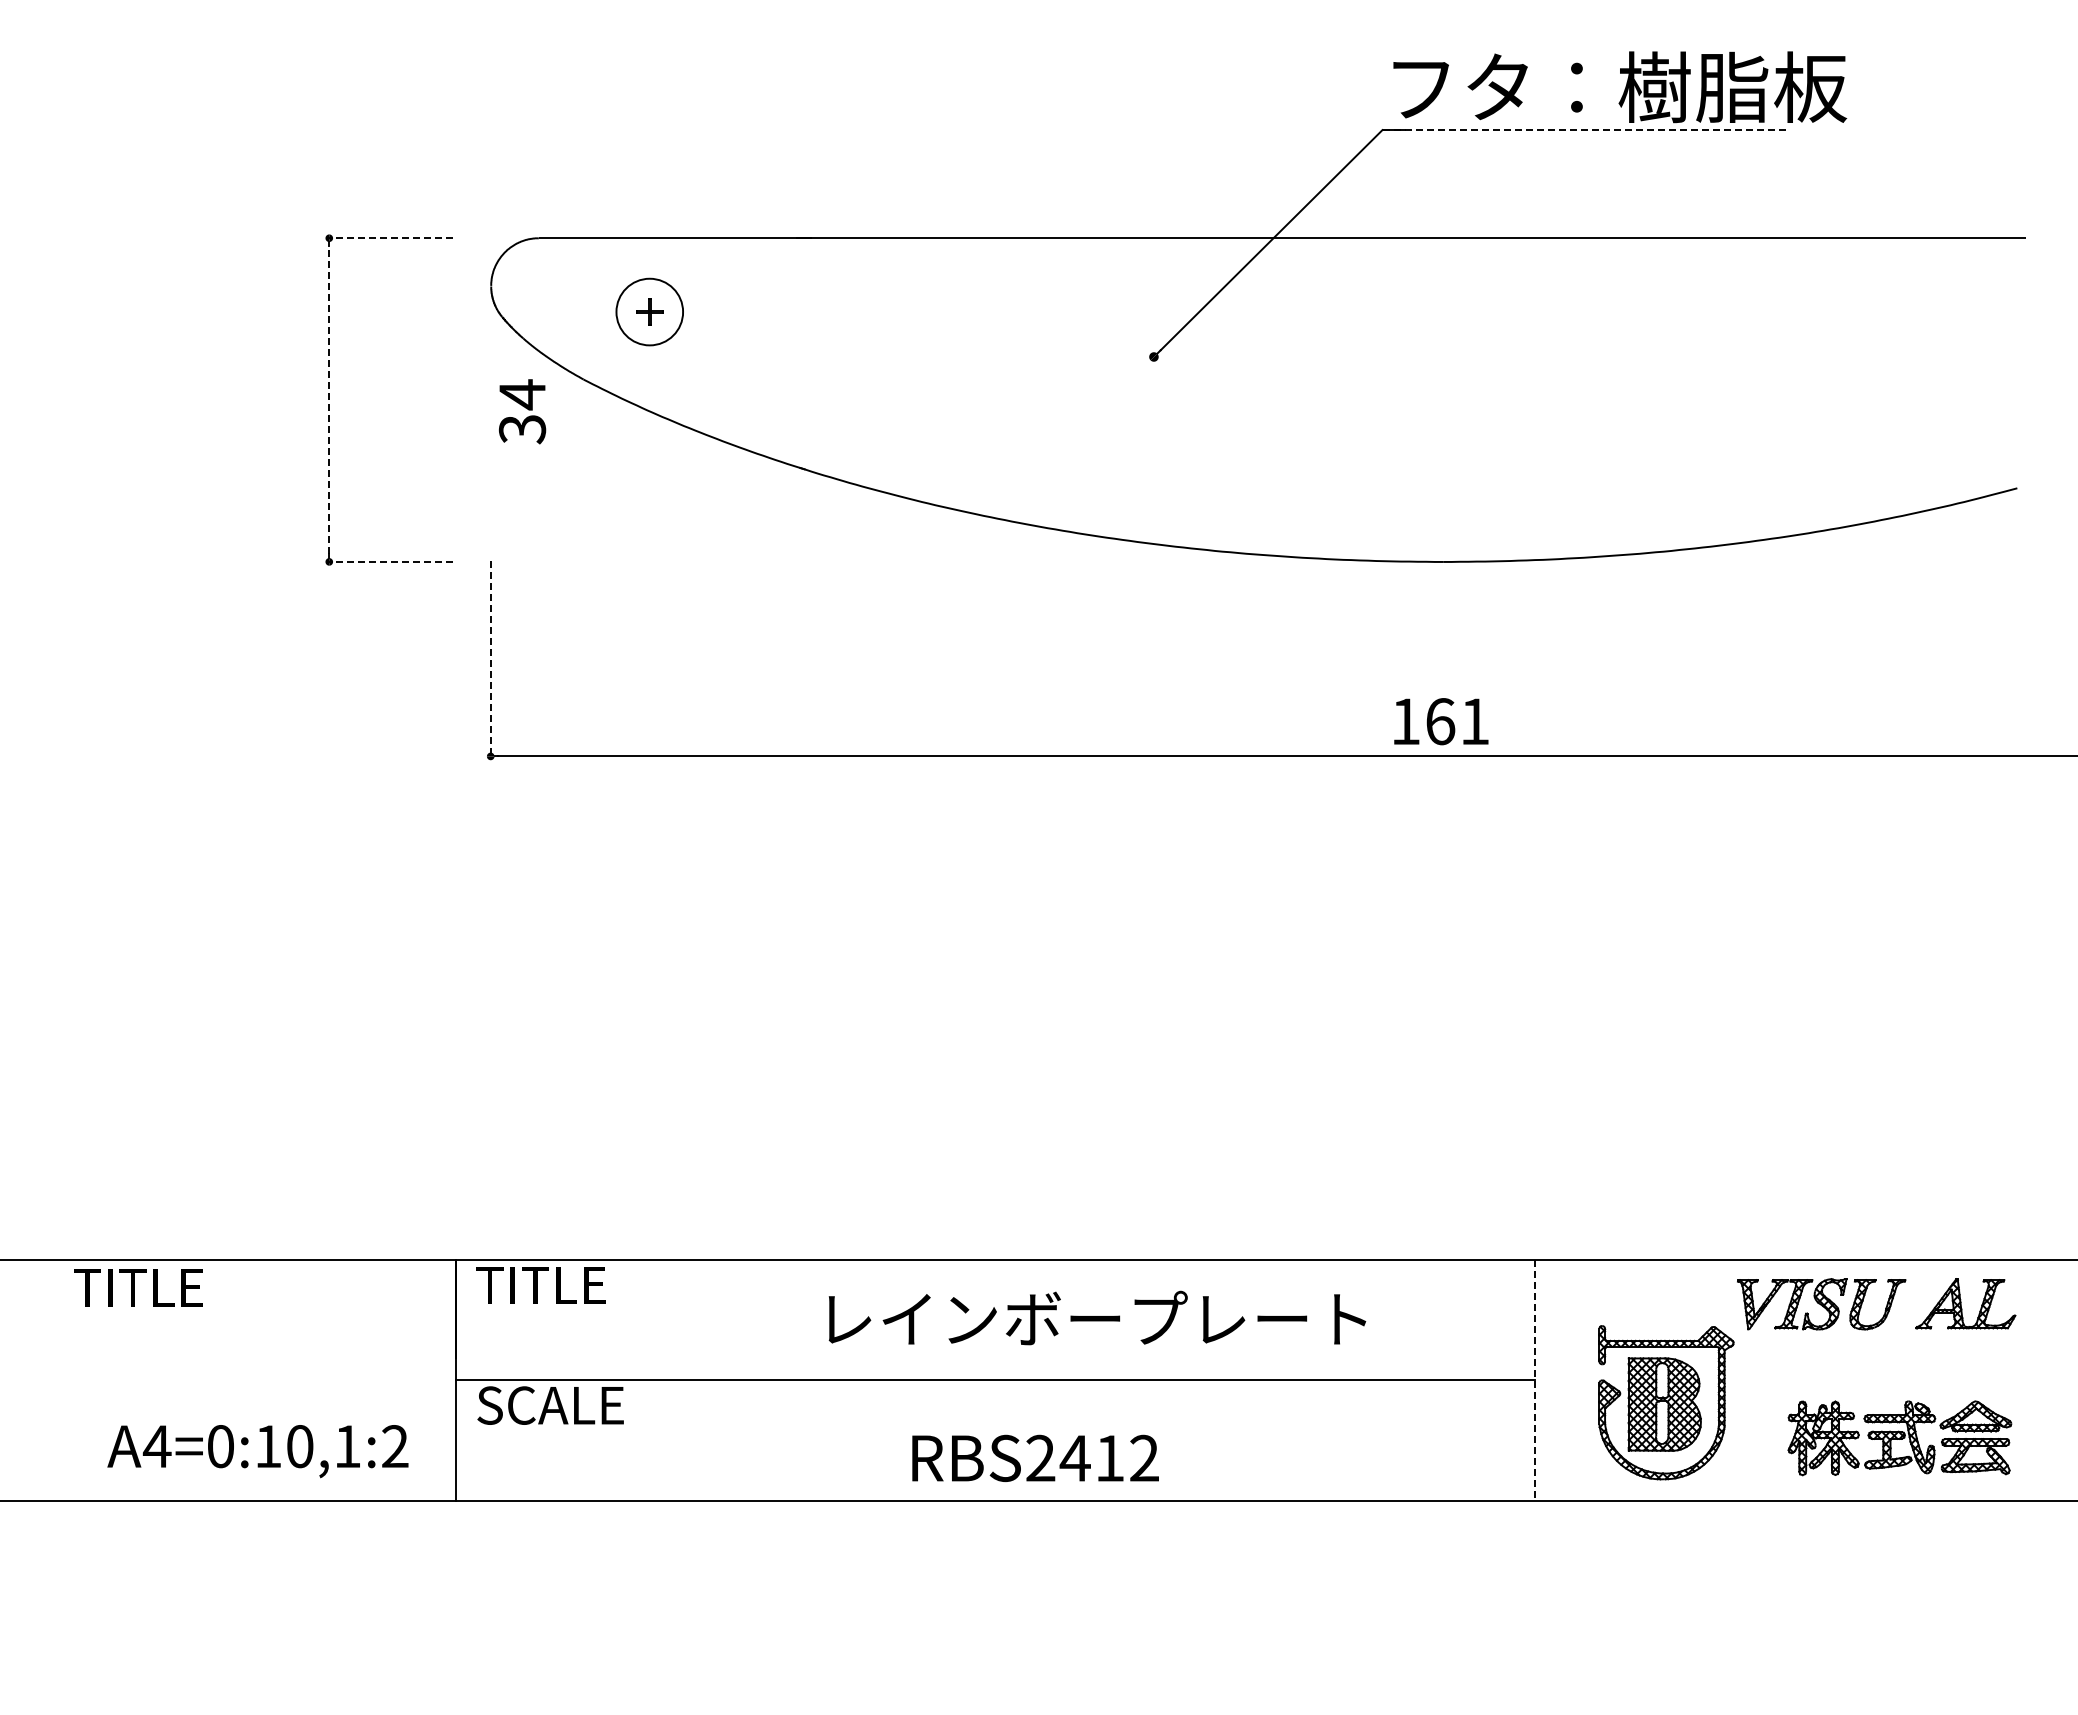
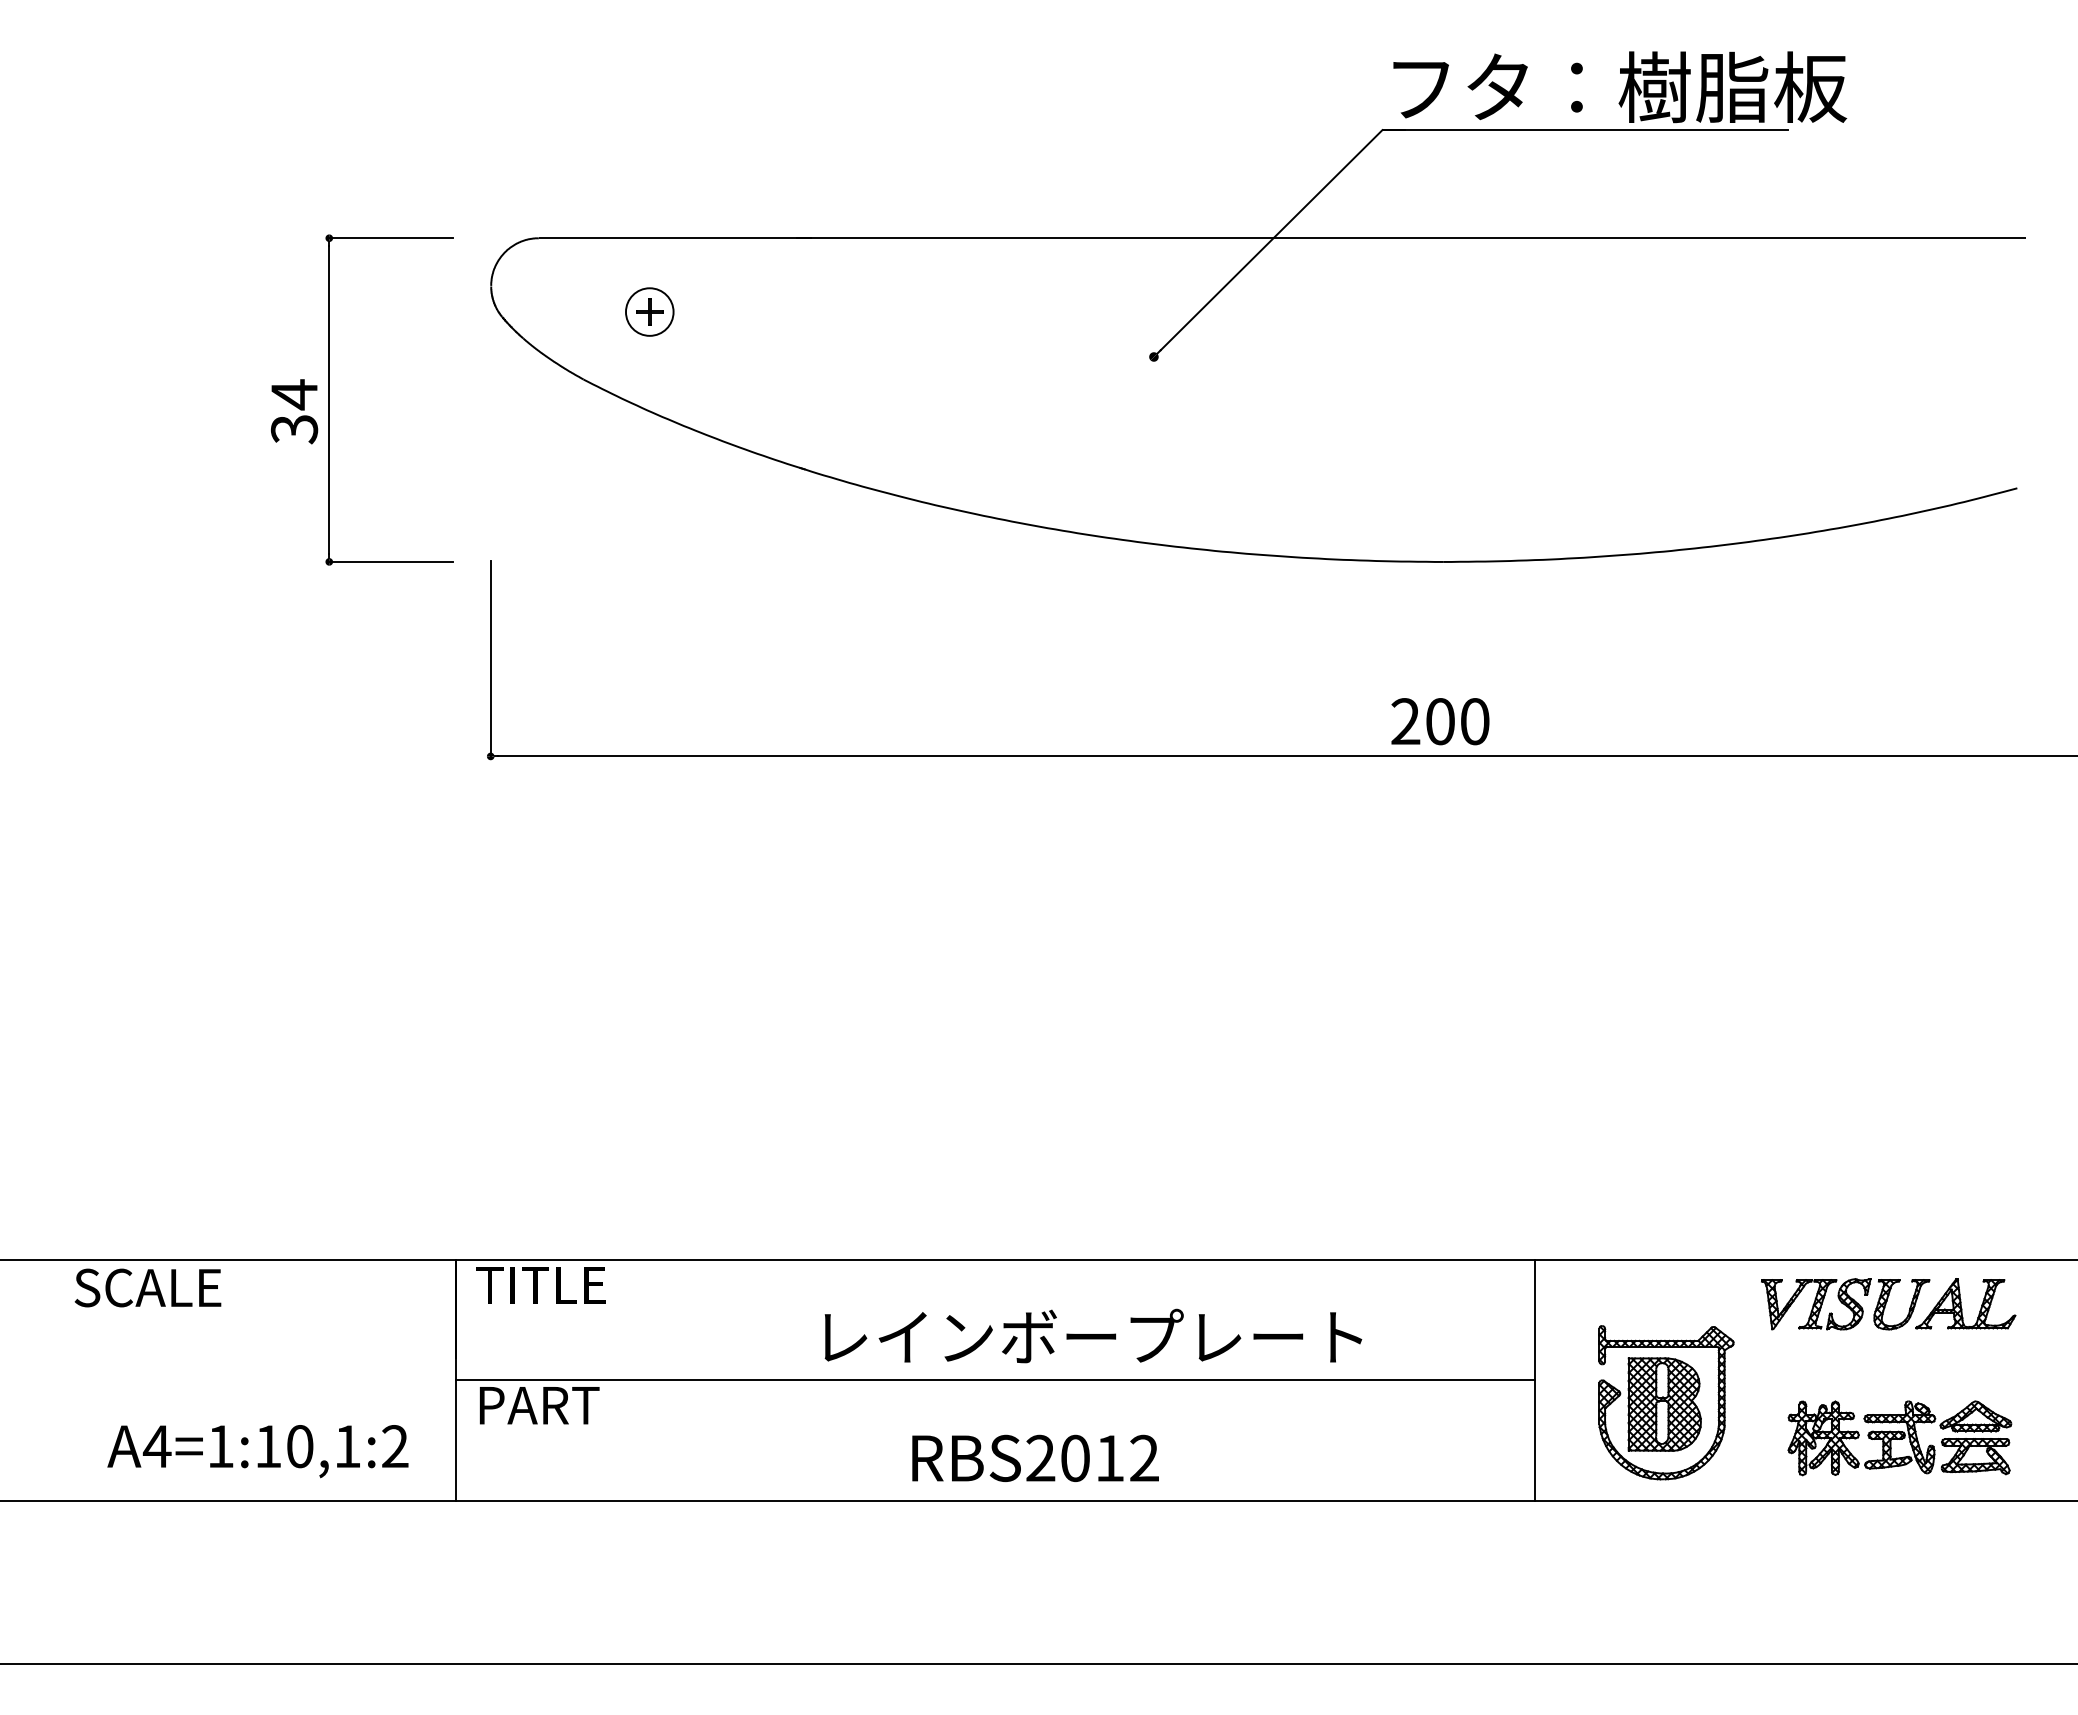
line at (1585, 130): dashed -> solid
line at (391, 238): dashed -> solid
circle at (649, 311) diameter: 67 px -> 48 px
line at (329, 399): dashed -> solid
text at (522, 411) position: (522, 411) -> (294, 411)
line at (391, 561): dashed -> solid
line at (490, 658): dashed -> solid
text at (1440, 721): 161 -> 200
text at (147, 1287): TITLE -> SCALE
part at (1821, 1304) position: (1821, 1304) -> (1845, 1304)
text at (1097, 1317) position: (1097, 1317) -> (1093, 1335)
line at (1534, 1380): dashed -> solid
text at (550, 1405): SCALE -> PART
text at (220, 1446): A4=0:10,1:2 -> A4=1:10,1:2
text at (1074, 1458): RBS2412 -> RBS2012
line at (1038, 1663): none -> present
